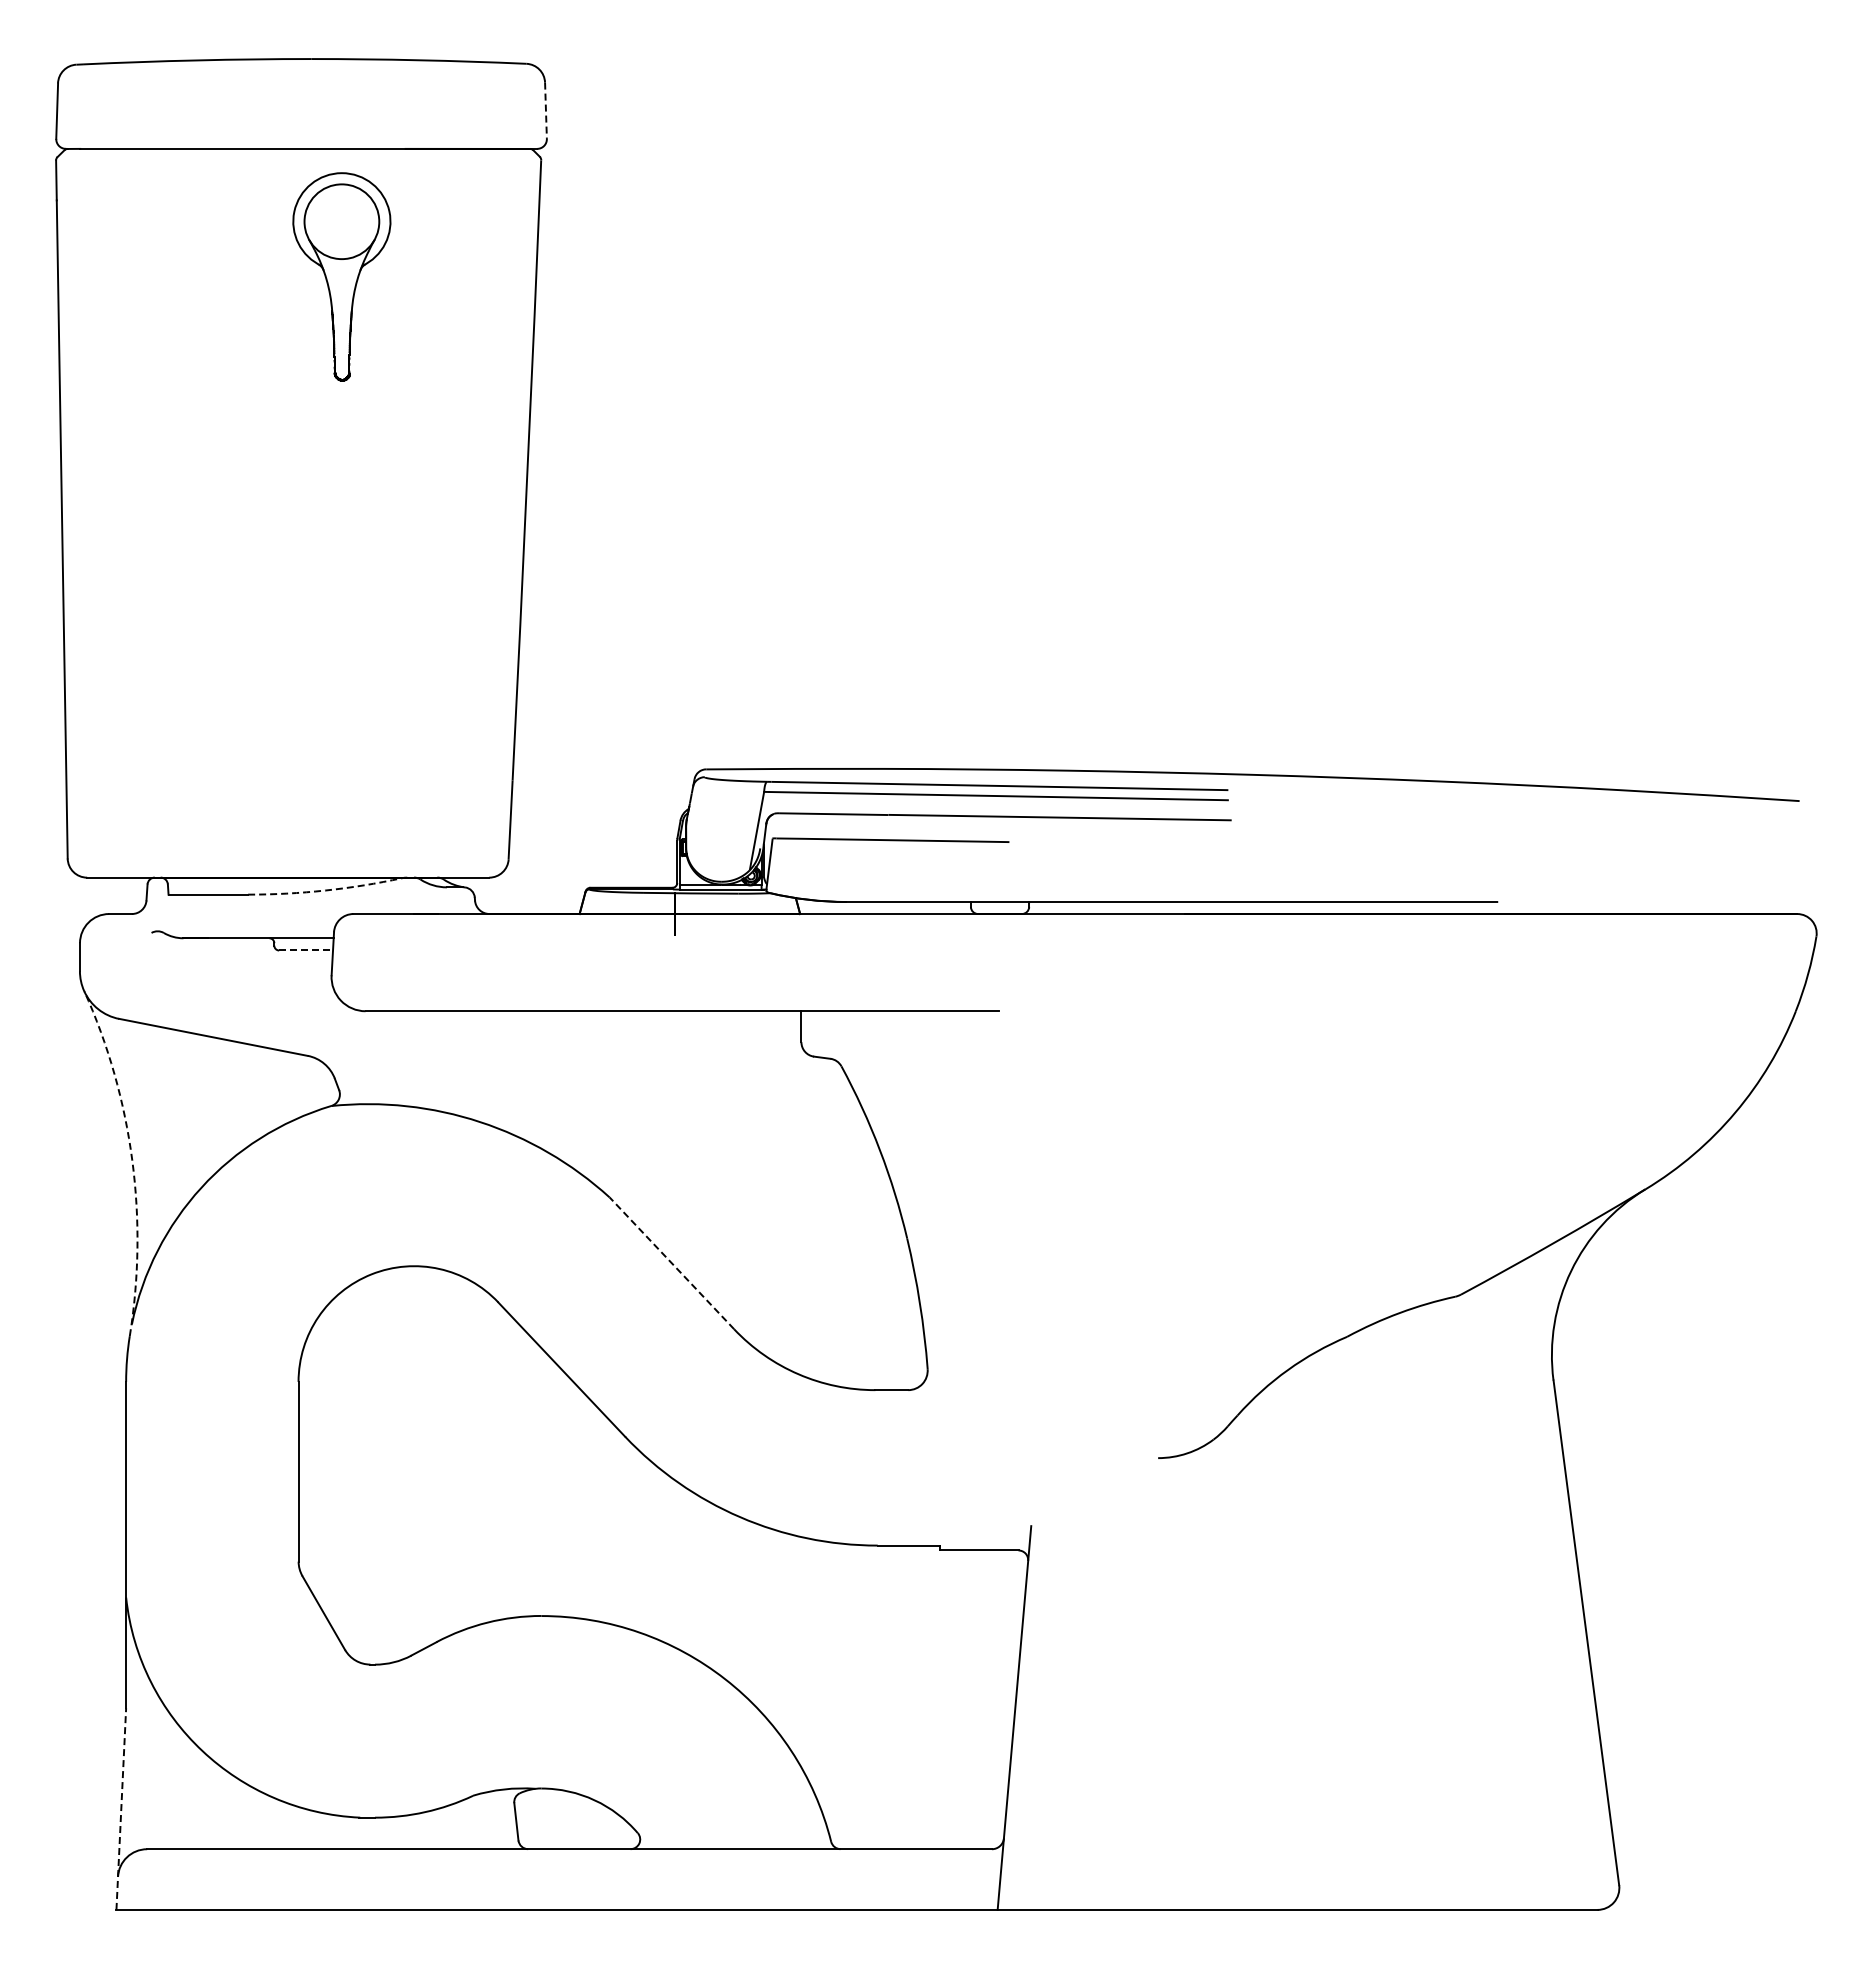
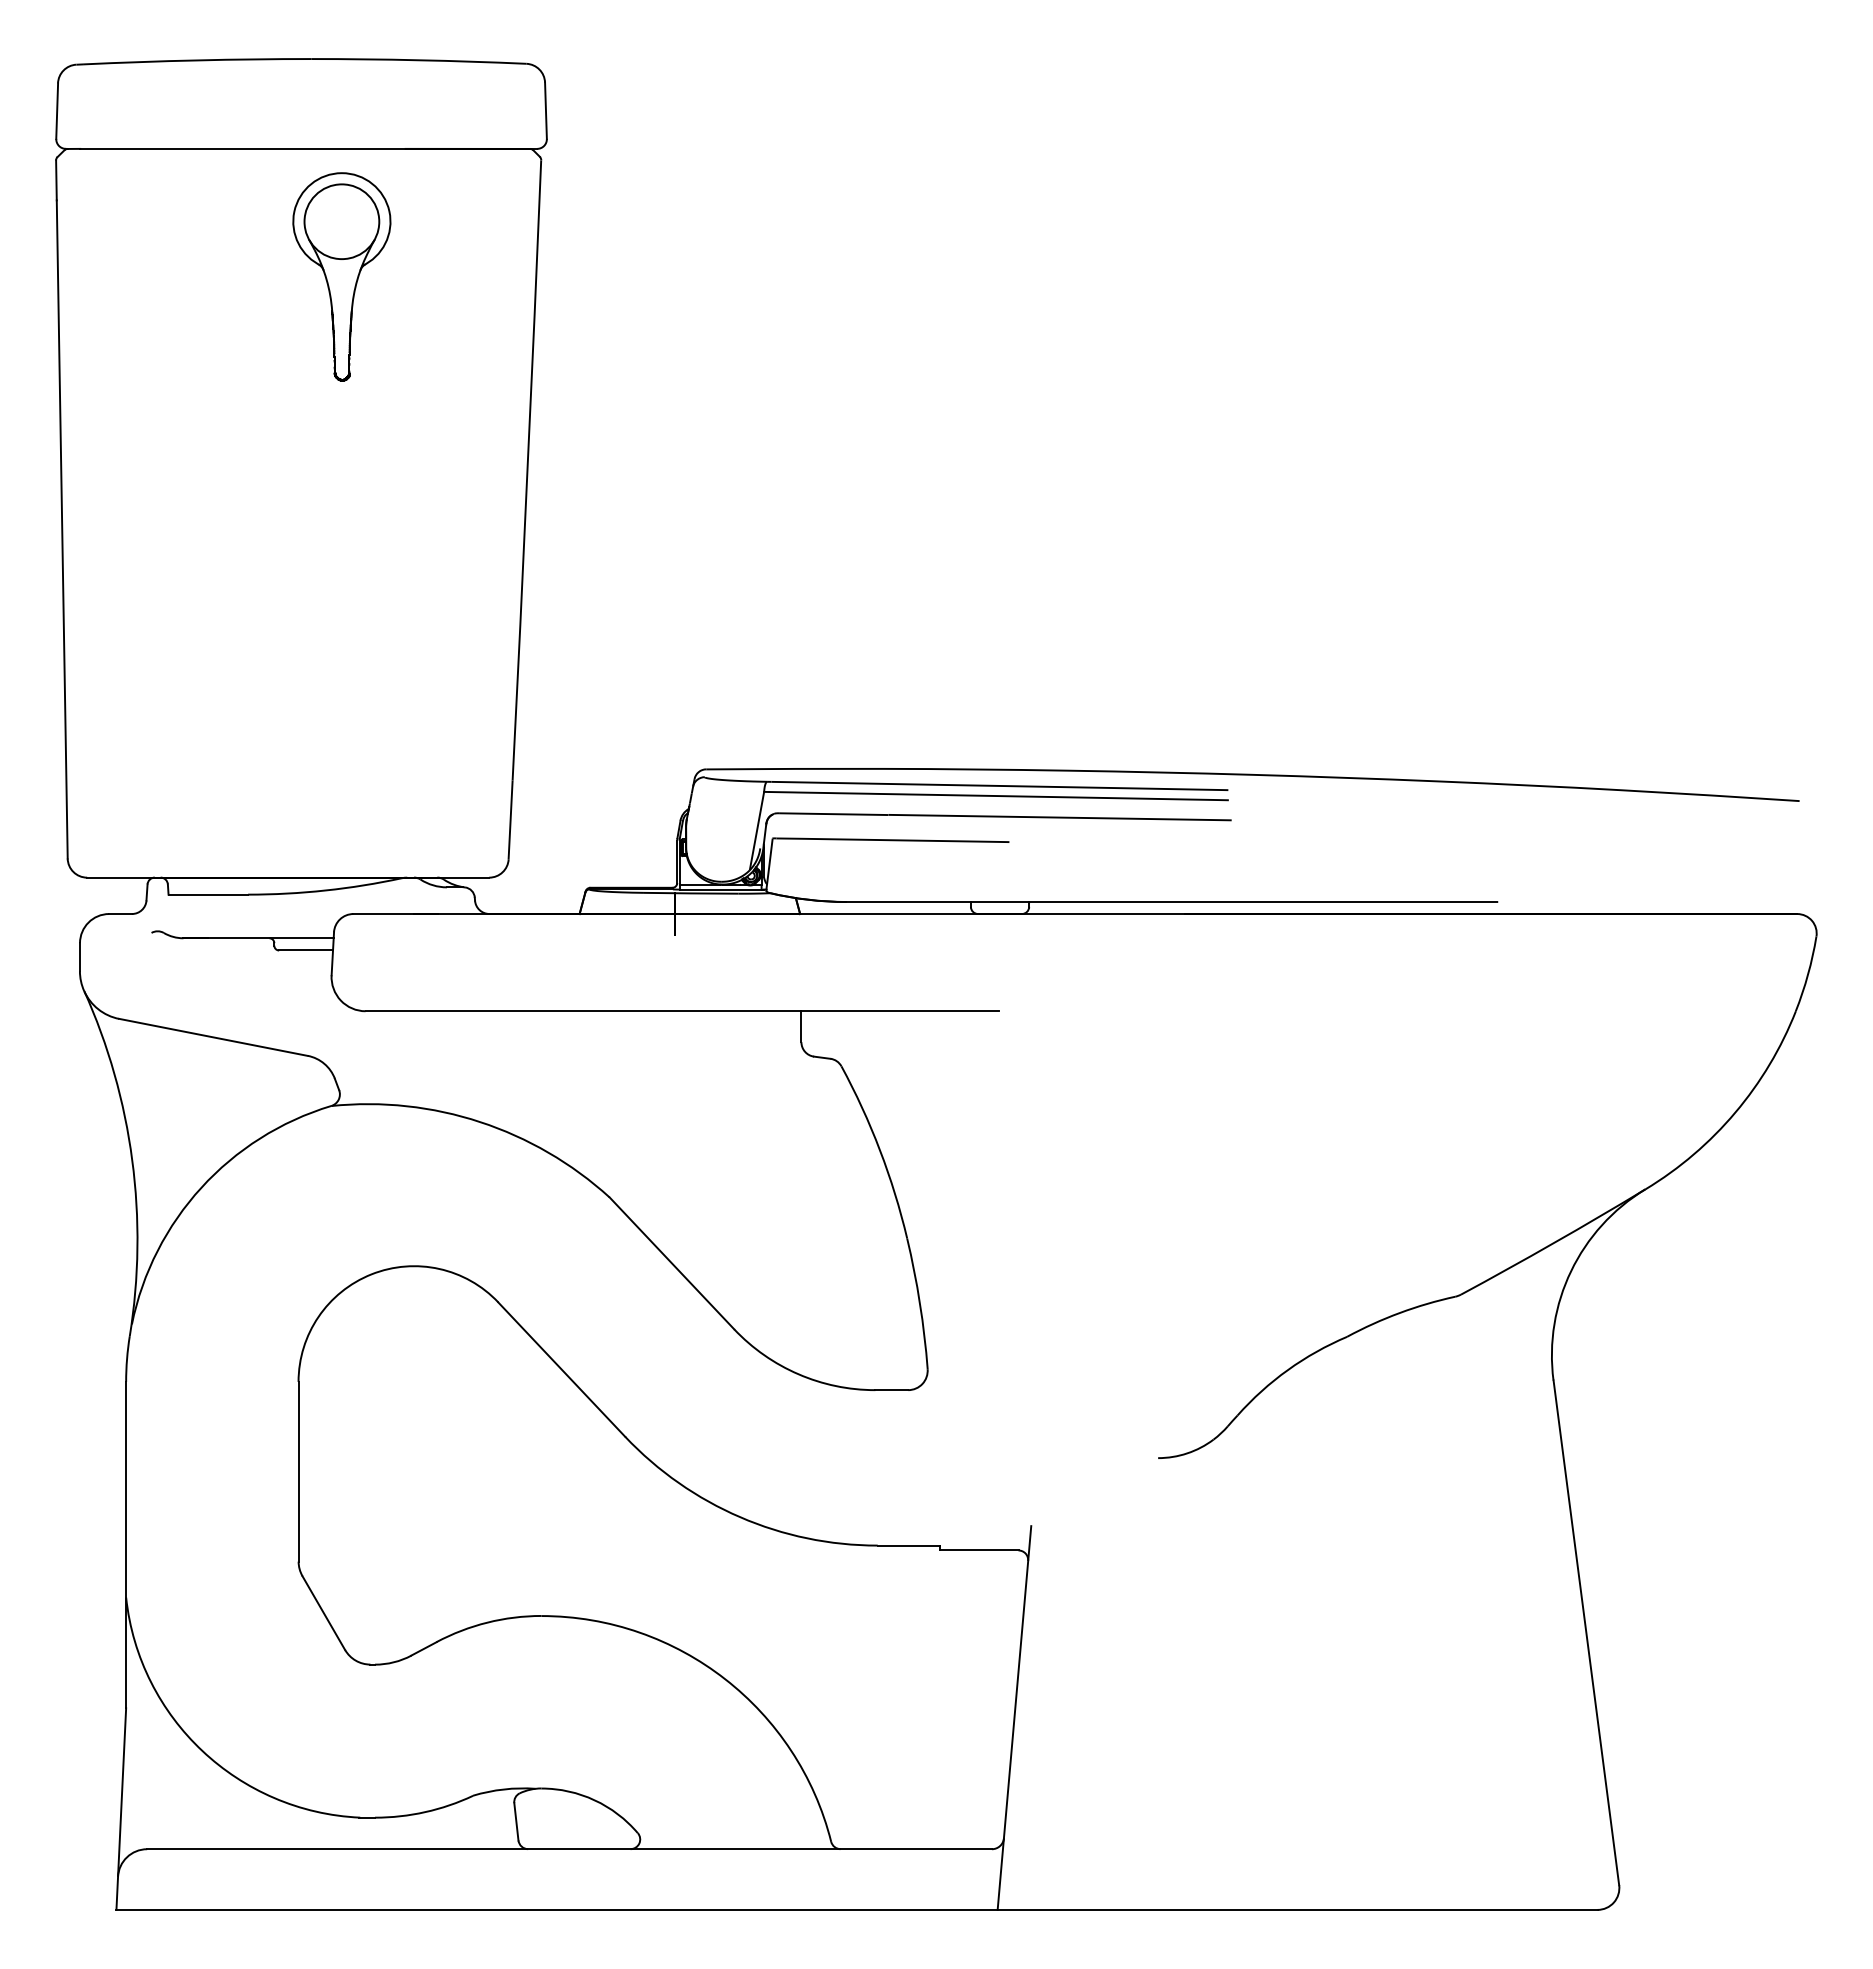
line at (546, 111): dashed -> solid
arc at (325, 890): dashed -> solid
line at (306, 950): dashed -> solid
arc at (132, 1160): dashed -> solid
line at (671, 1263): dashed -> solid
line at (121, 1809): dashed -> solid
